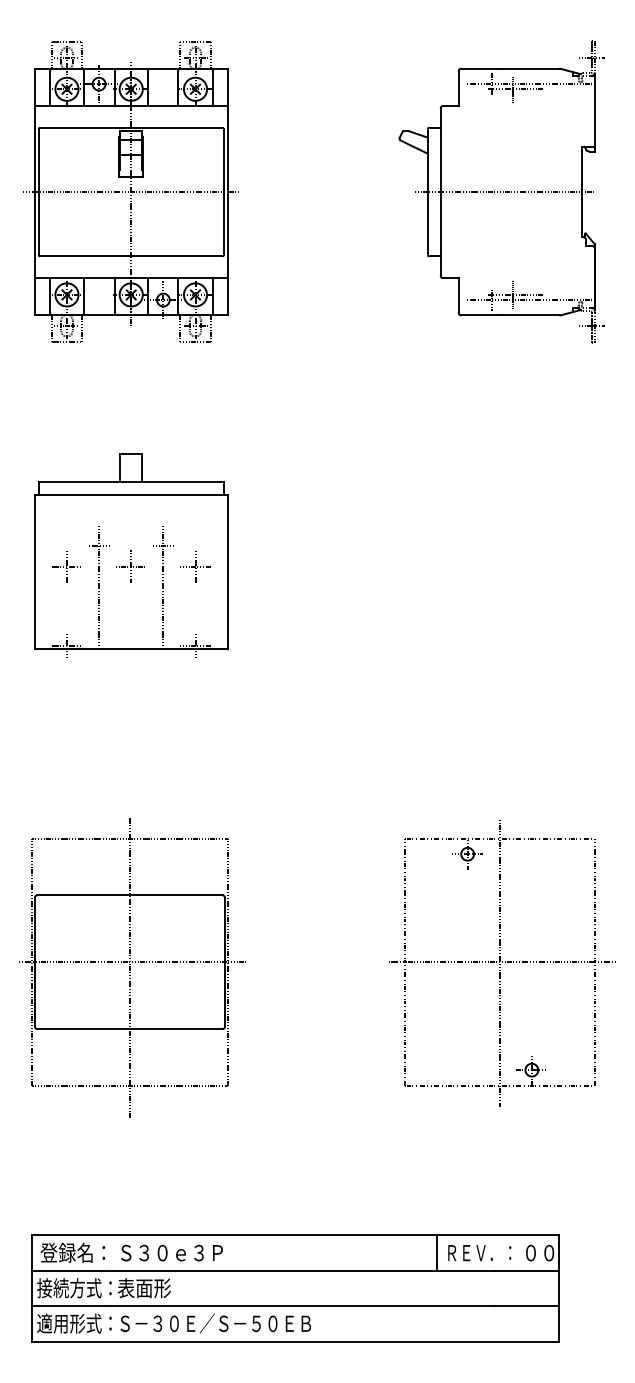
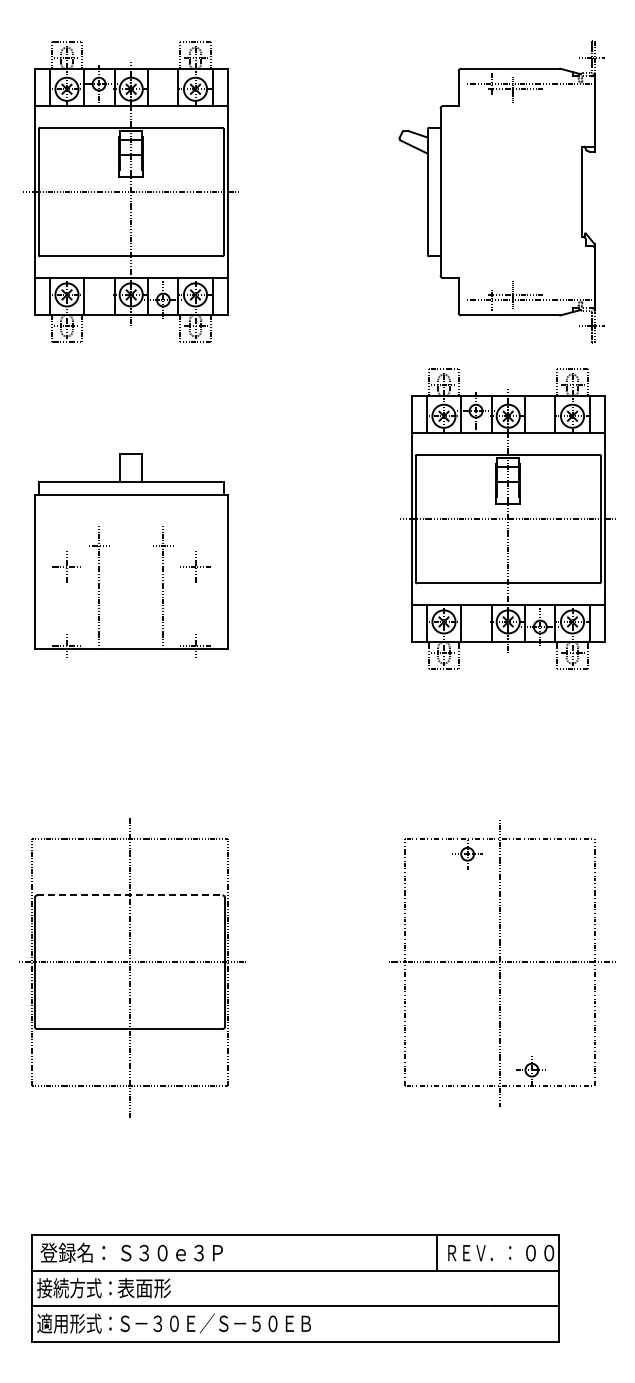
line at (504, 192): present -> none
part at (507, 518): none -> present
part at (130, 566): present -> none
line at (129, 895): solid -> dashed
